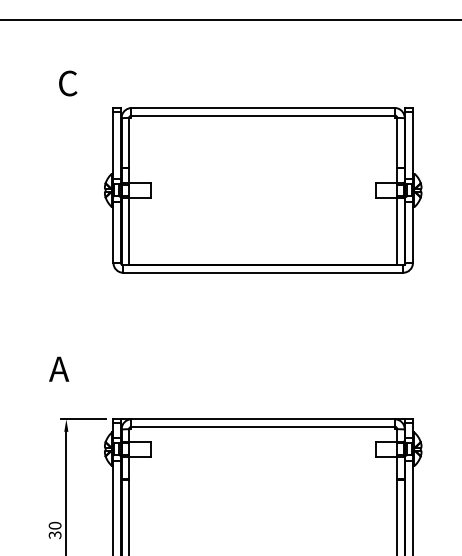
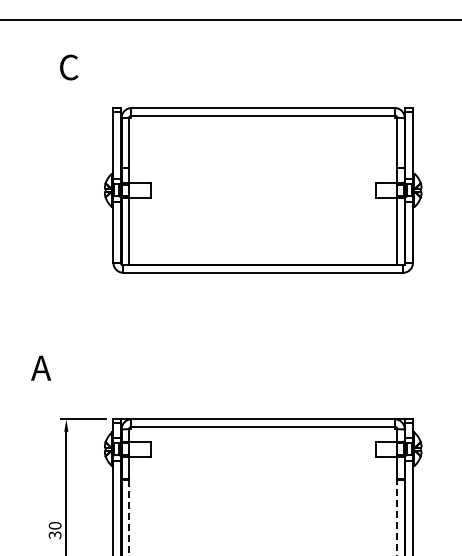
text at (68, 83) position: (68, 83) -> (69, 67)
text at (59, 368) position: (59, 368) -> (41, 367)
line at (129, 517): solid -> dashed
line at (397, 517): solid -> dashed
